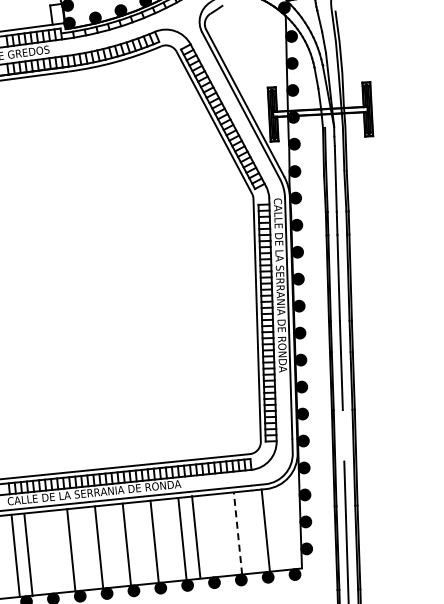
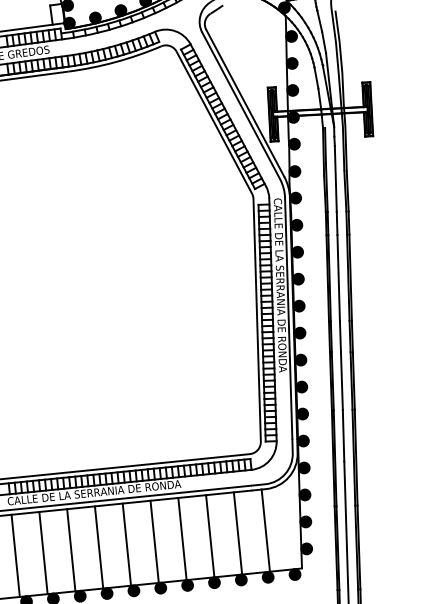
line at (343, 435): none -> present
line at (237, 532): dashed -> solid
line at (196, 537) position: (196, 537) -> (210, 536)
line at (28, 554) position: (28, 554) -> (43, 552)
